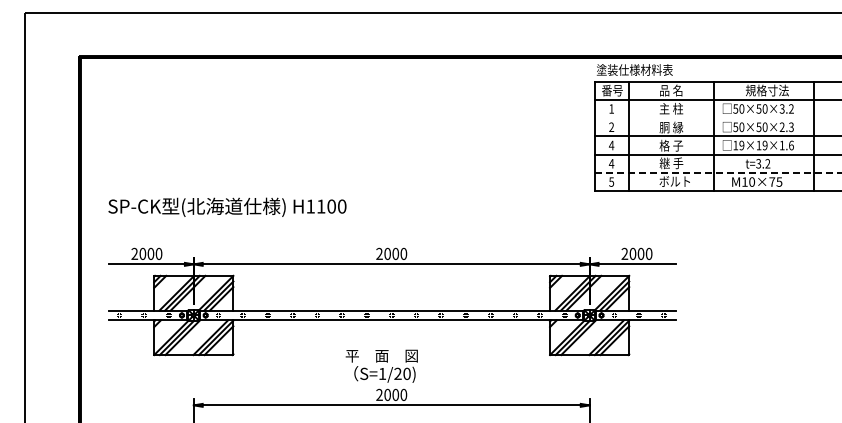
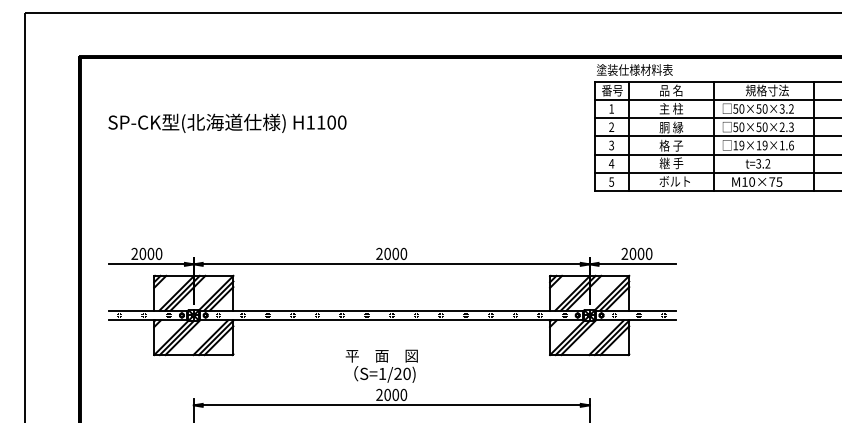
line at (716, 118): none -> present
text at (611, 145): 4 -> 3
line at (718, 172): dashed -> solid
text at (227, 206) position: (227, 206) -> (227, 122)
